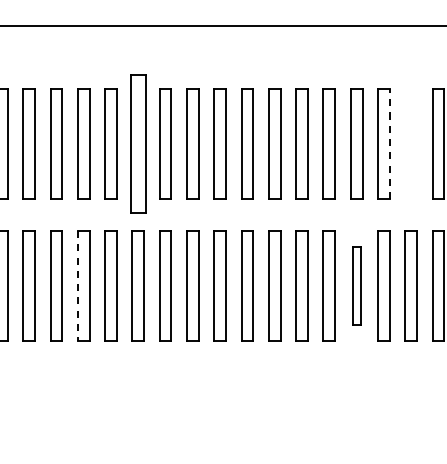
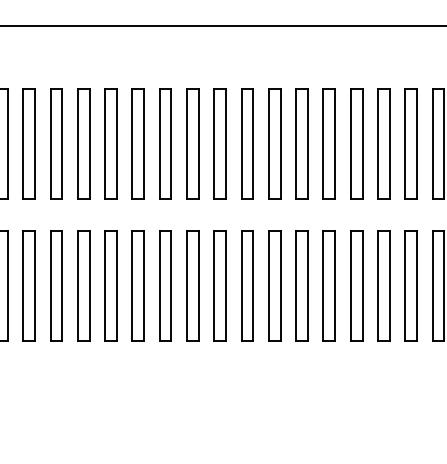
part at (138, 143) size: 17x140 px -> 14x112 px
line at (389, 143): dashed -> solid
part at (410, 143): none -> present
part at (356, 285) size: 10x80 px -> 14x112 px
line at (77, 286): dashed -> solid
